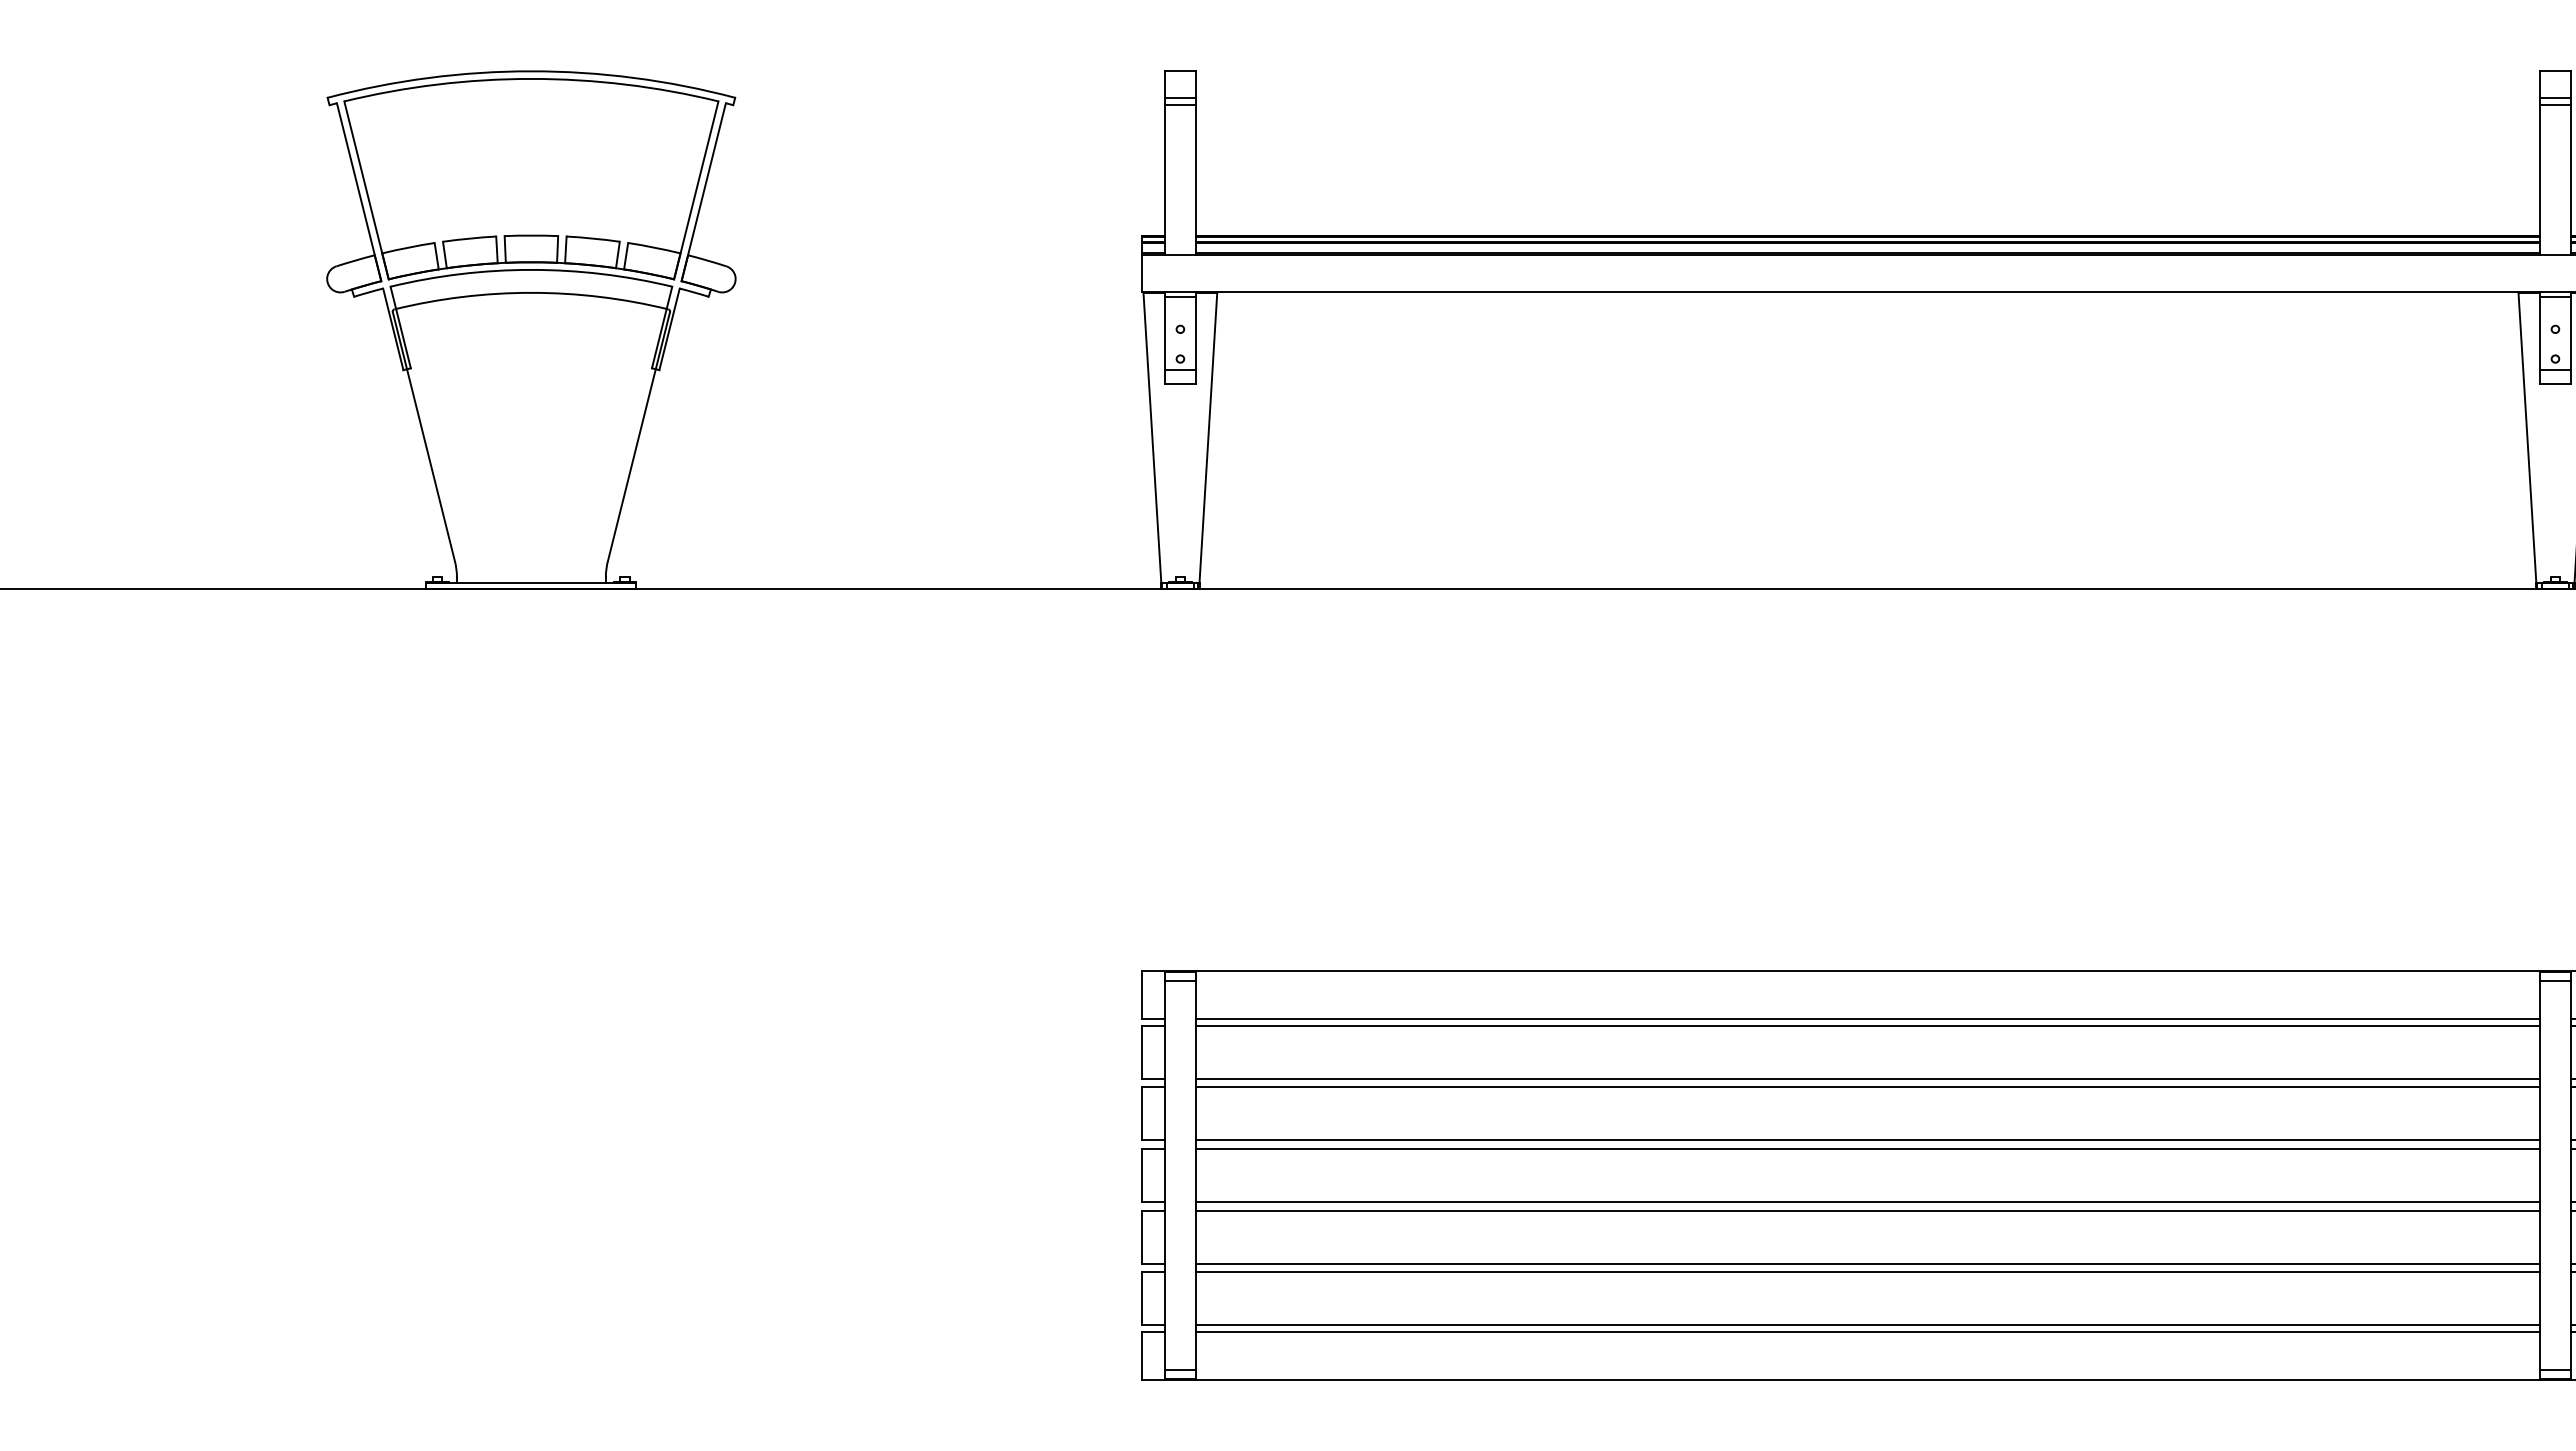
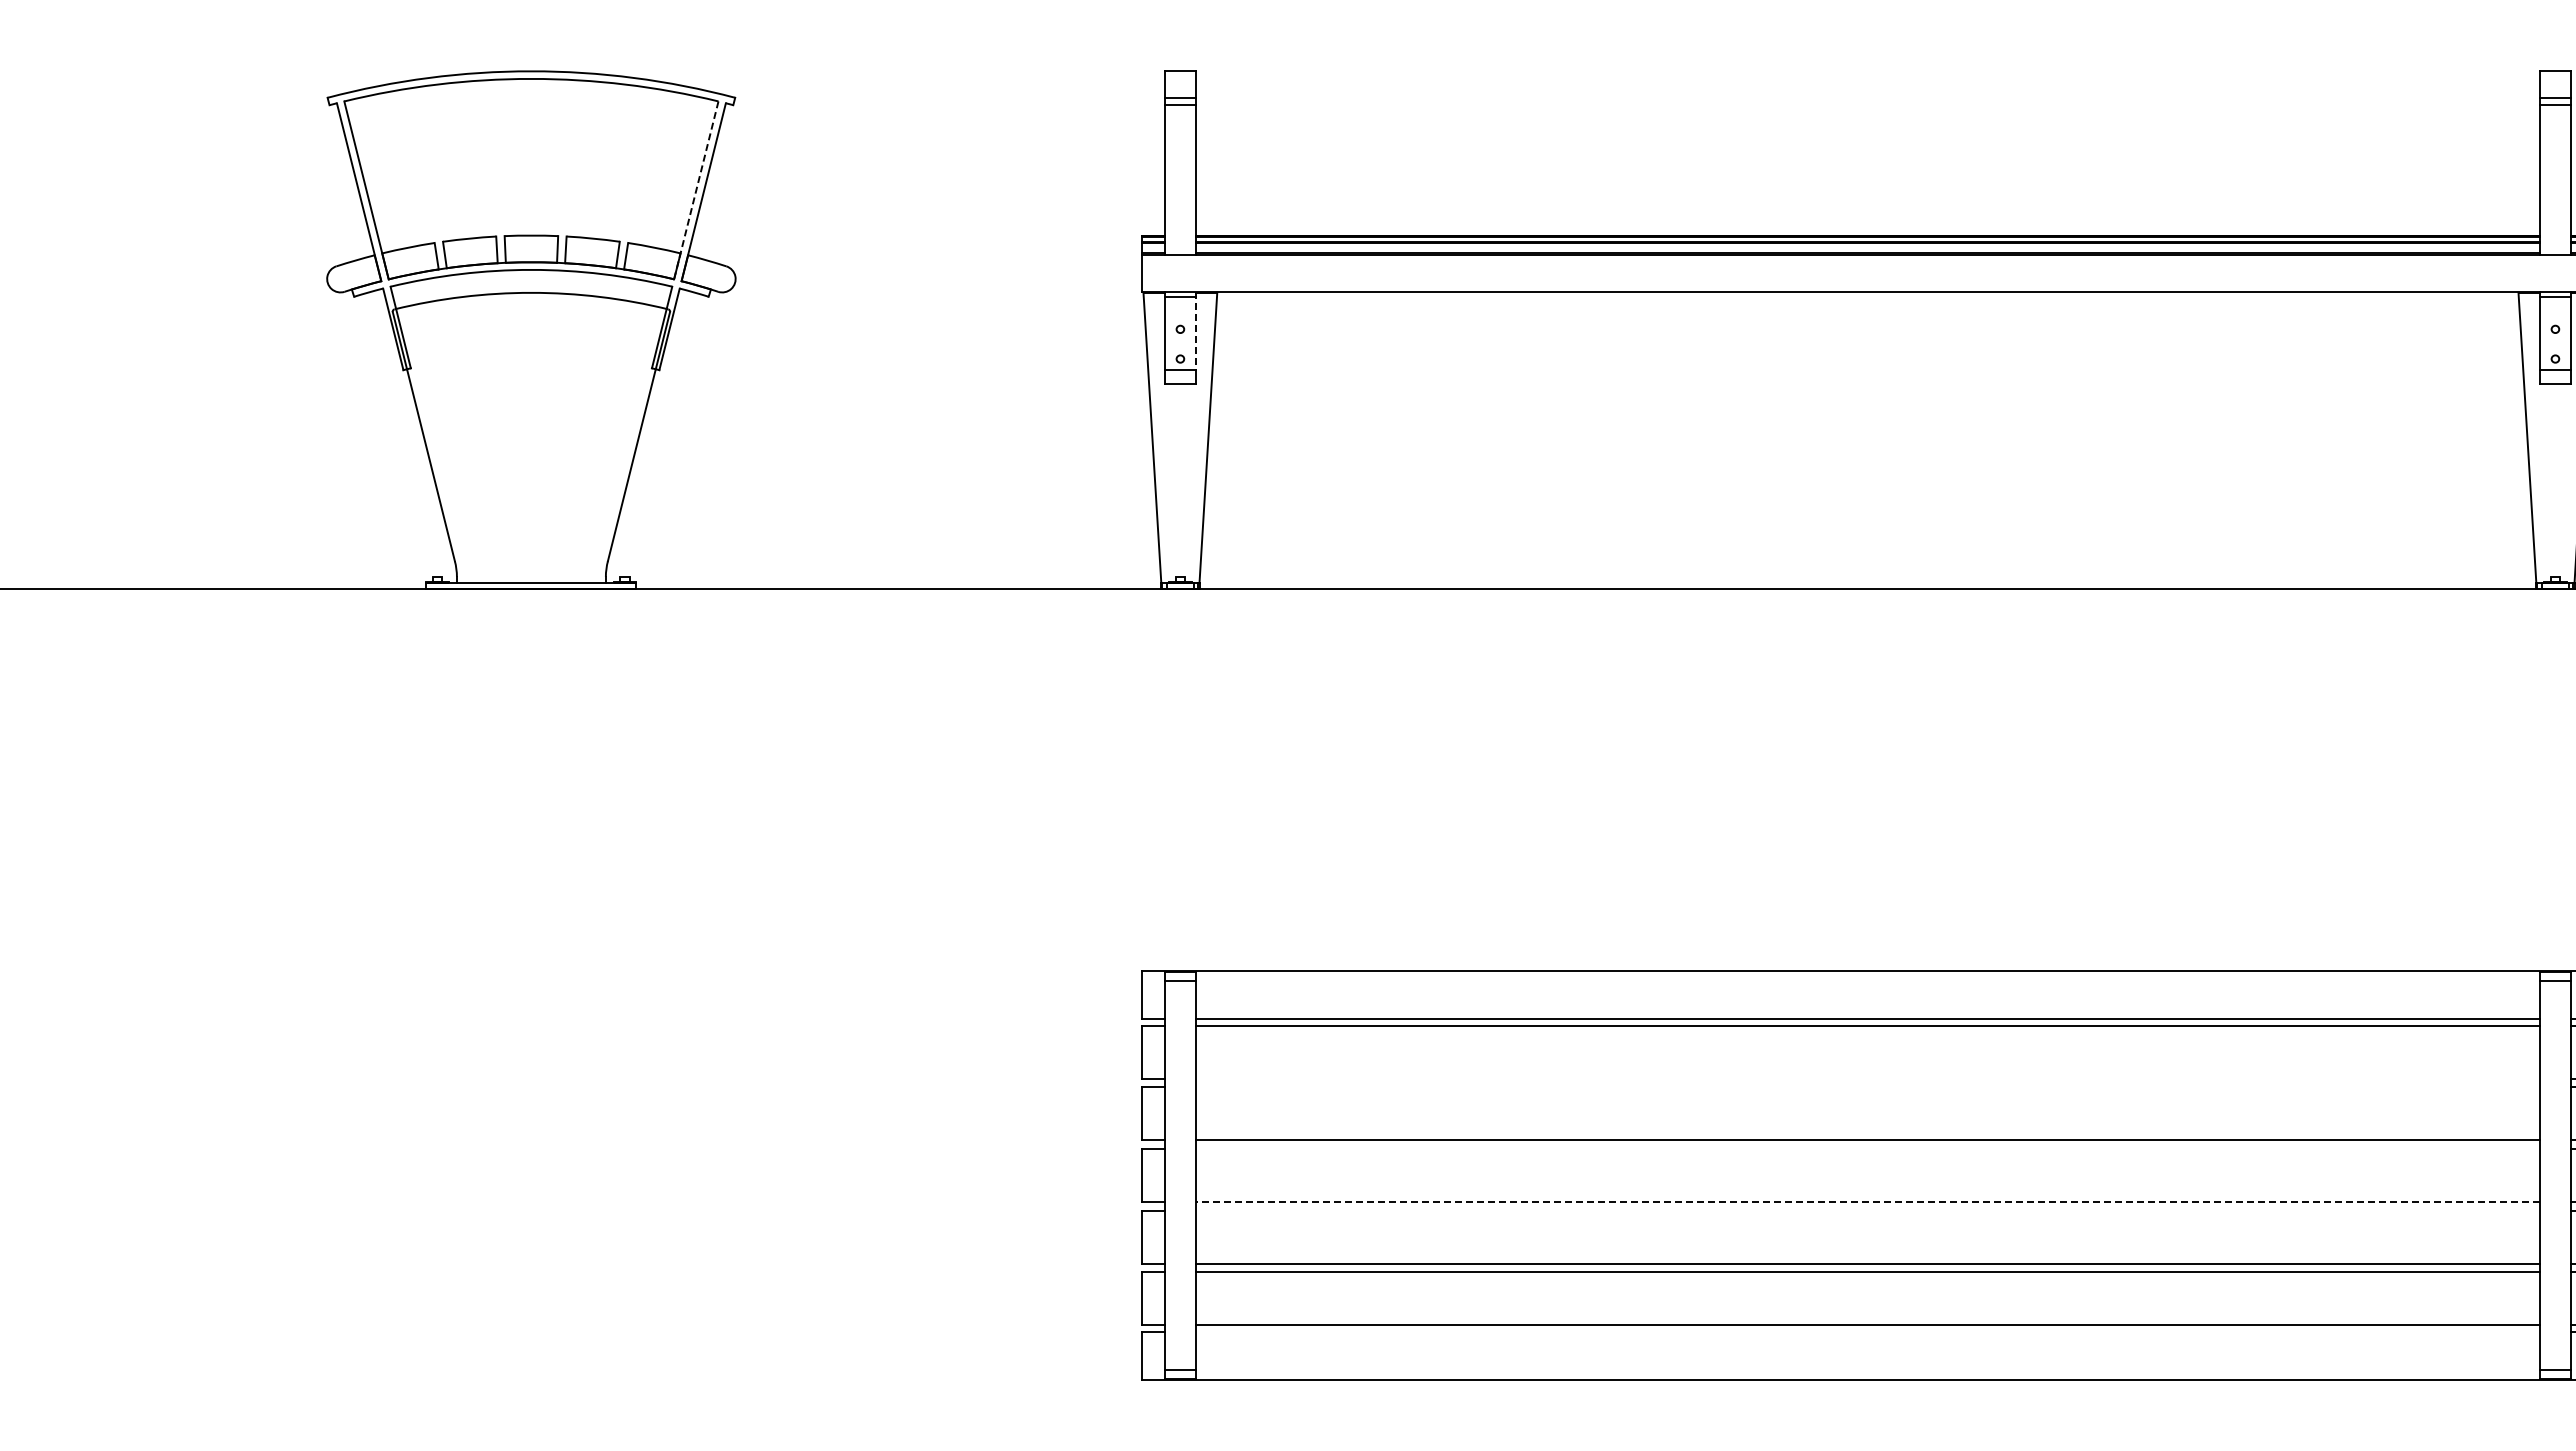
line at (696, 190): solid -> dashed
line at (1195, 331): solid -> dashed
line at (1867, 1078): present -> none
line at (1867, 1087): present -> none
line at (1867, 1148): present -> none
line at (1867, 1202): solid -> dashed
line at (1867, 1210): present -> none
line at (1867, 1332): present -> none
